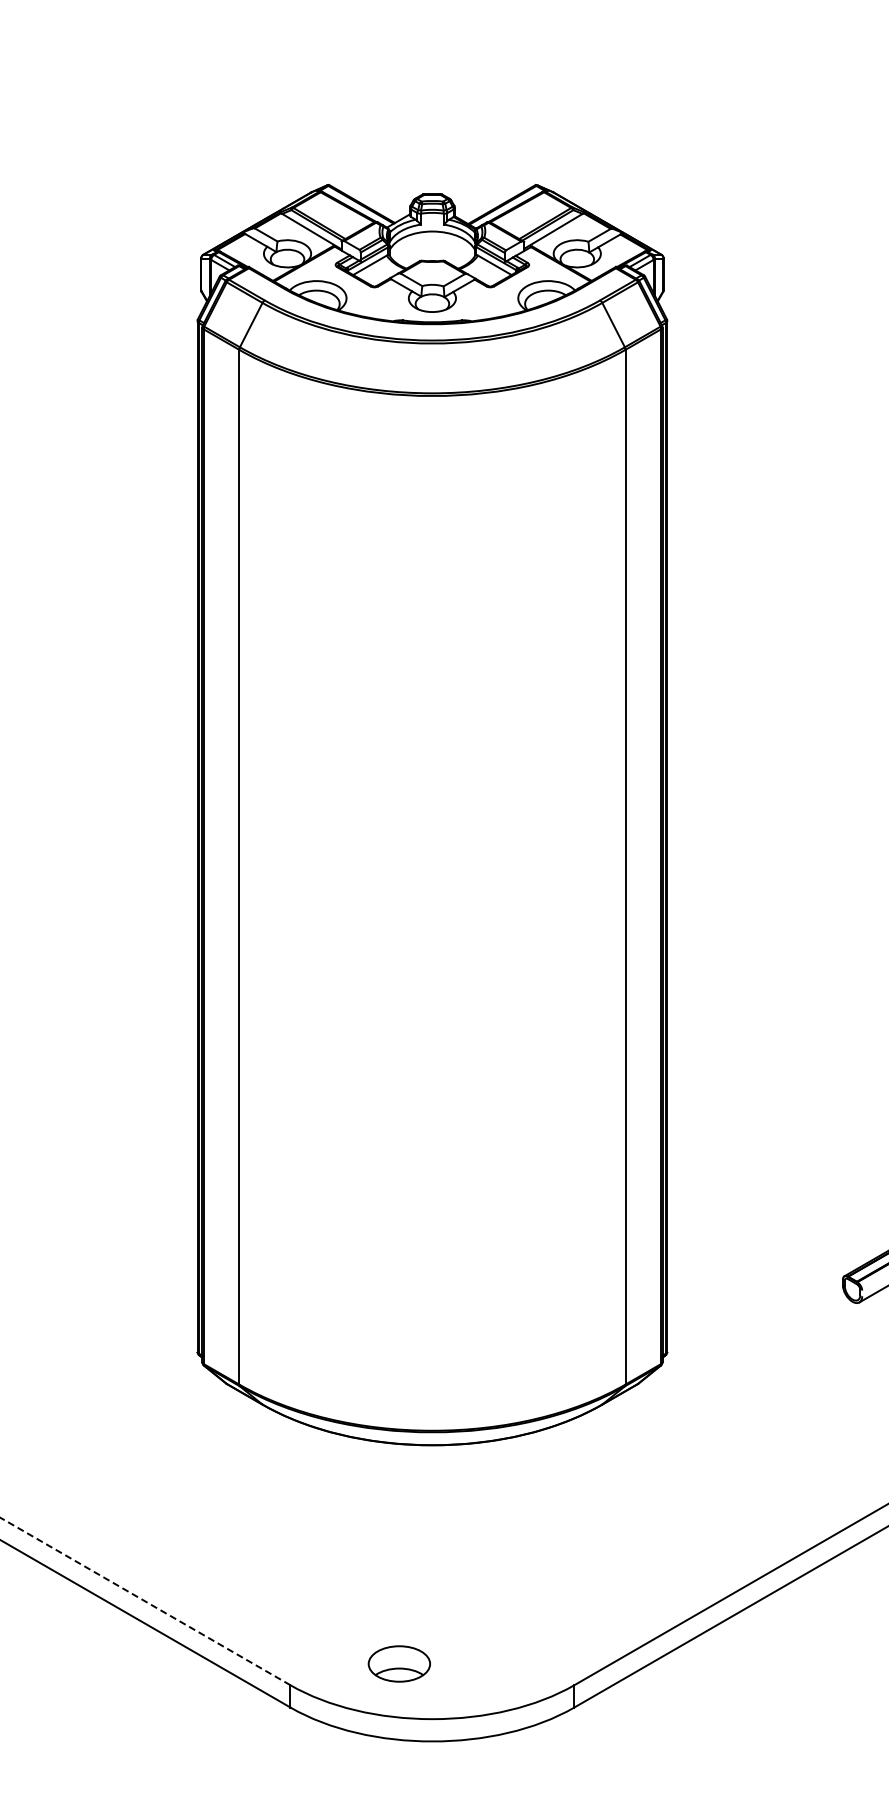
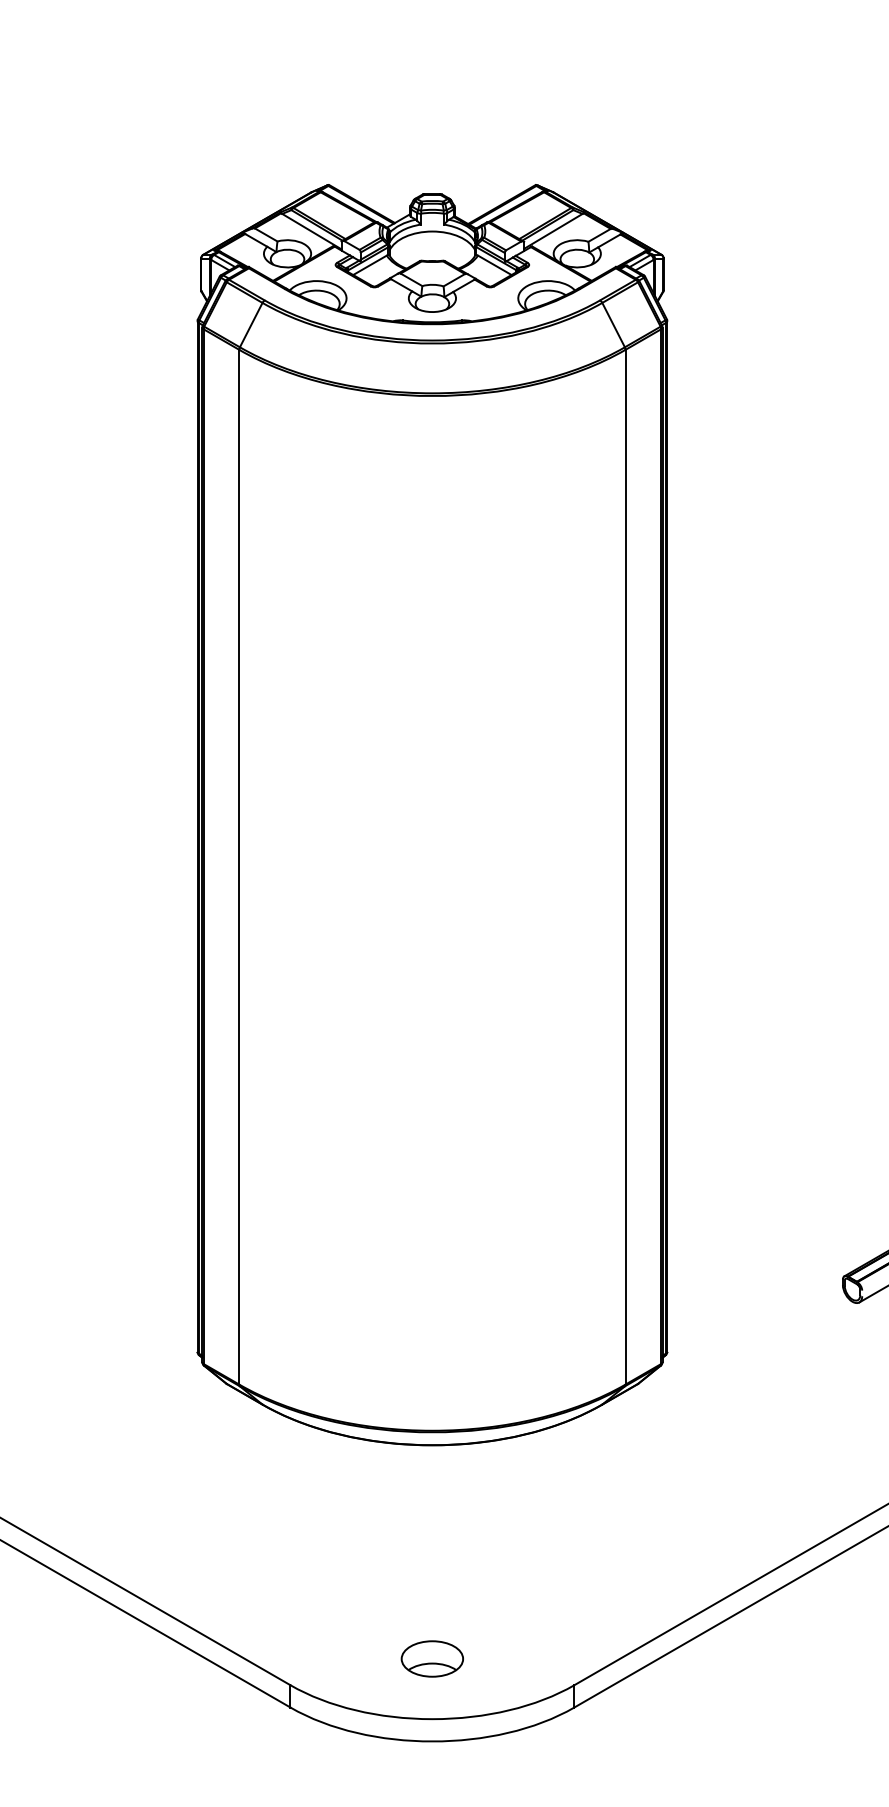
line at (144, 1601): dashed -> solid
part at (398, 1663) position: (398, 1663) -> (431, 1658)
